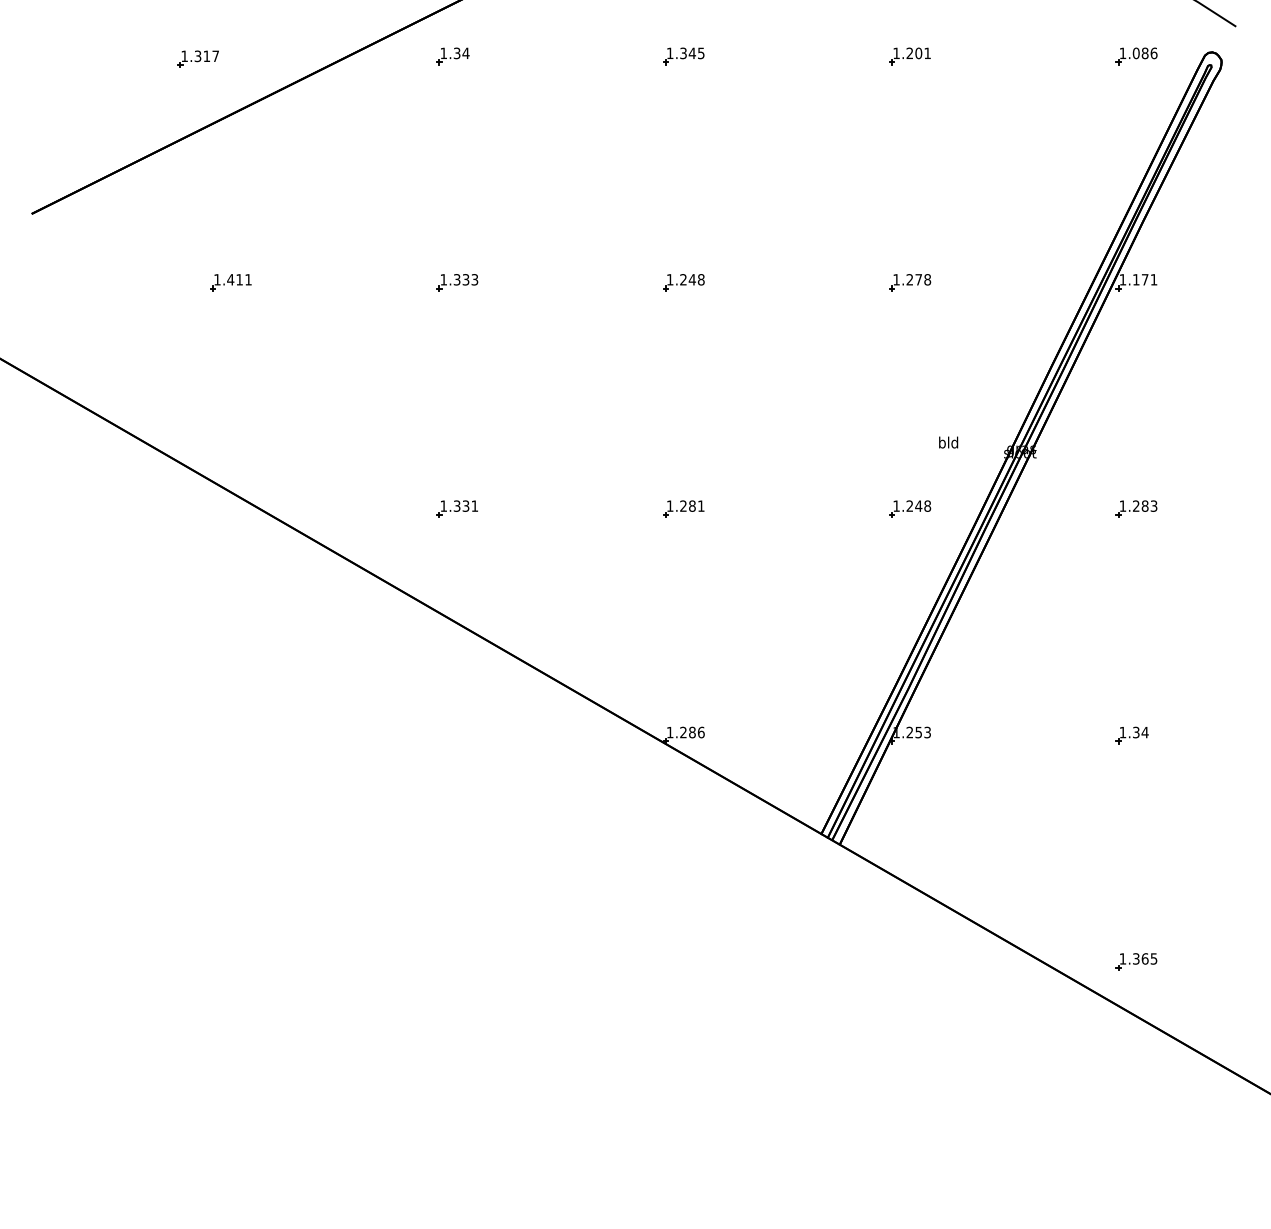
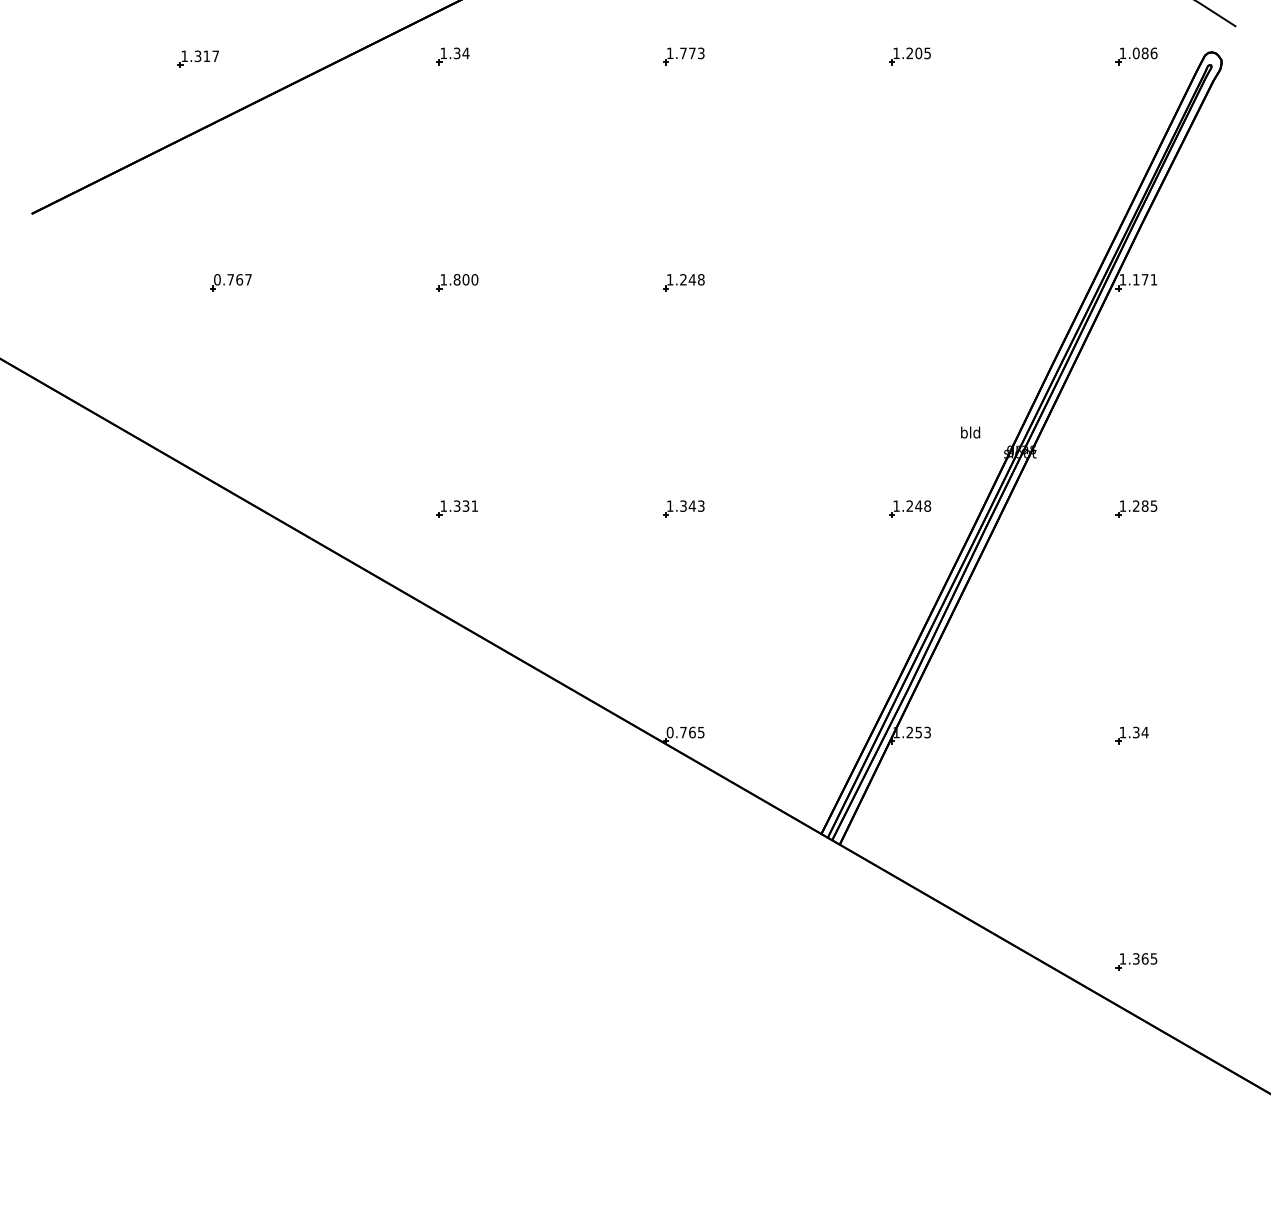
text at (692, 53): 1.345 -> 1.773
text at (927, 53): 1.201 -> 1.205
text at (232, 279): 1.411 -> 0.767
text at (465, 279): 1.333 -> 1.800
part at (910, 282): present -> none
text at (948, 442) position: (948, 442) -> (970, 432)
text at (692, 505): 1.281 -> 1.343
text at (1154, 505): 1.283 -> 1.285
text at (685, 732): 1.286 -> 0.765
